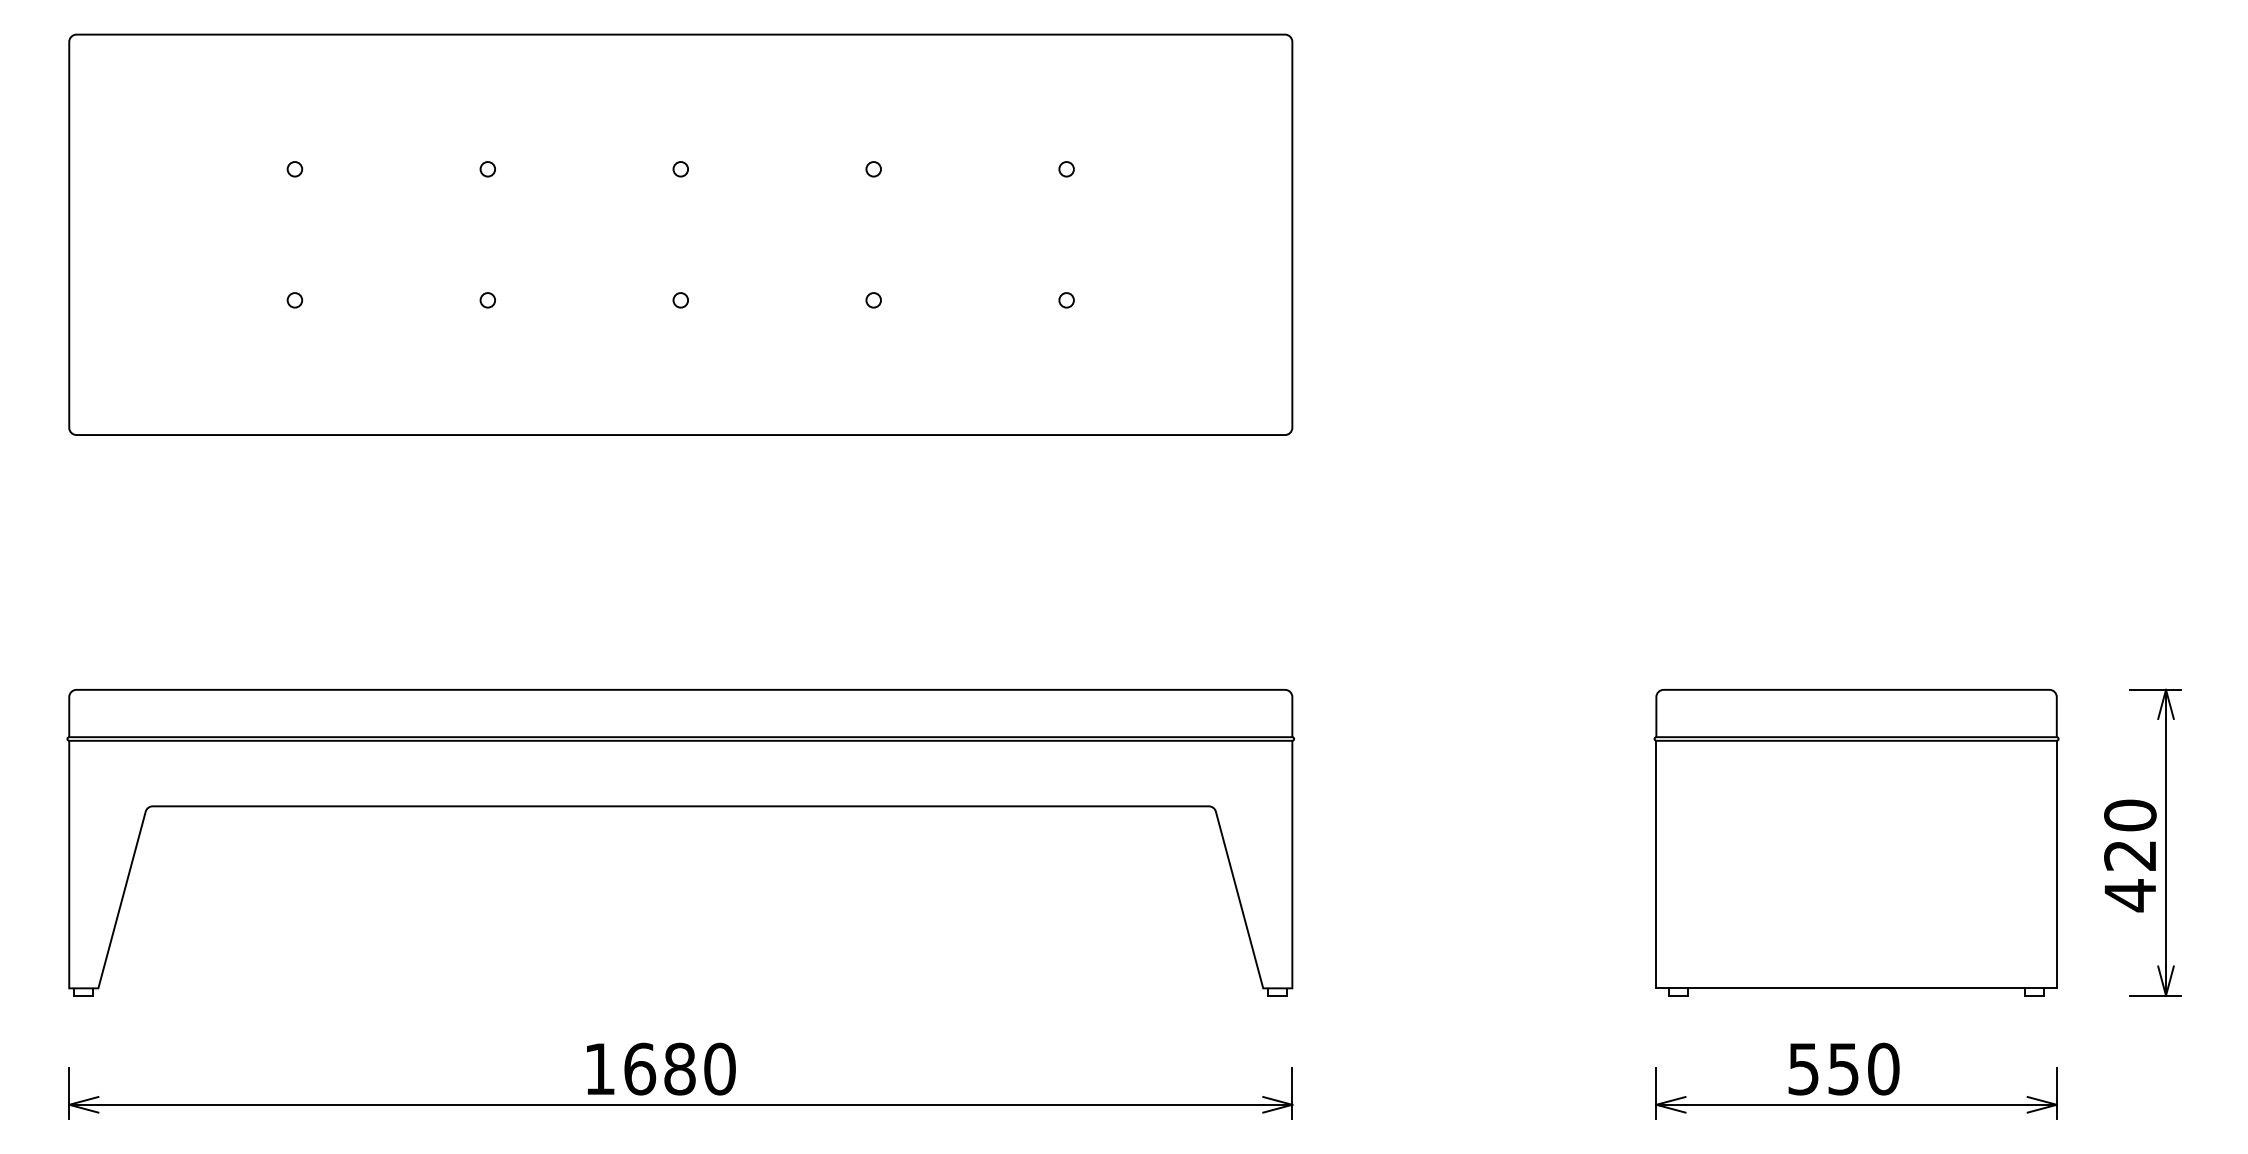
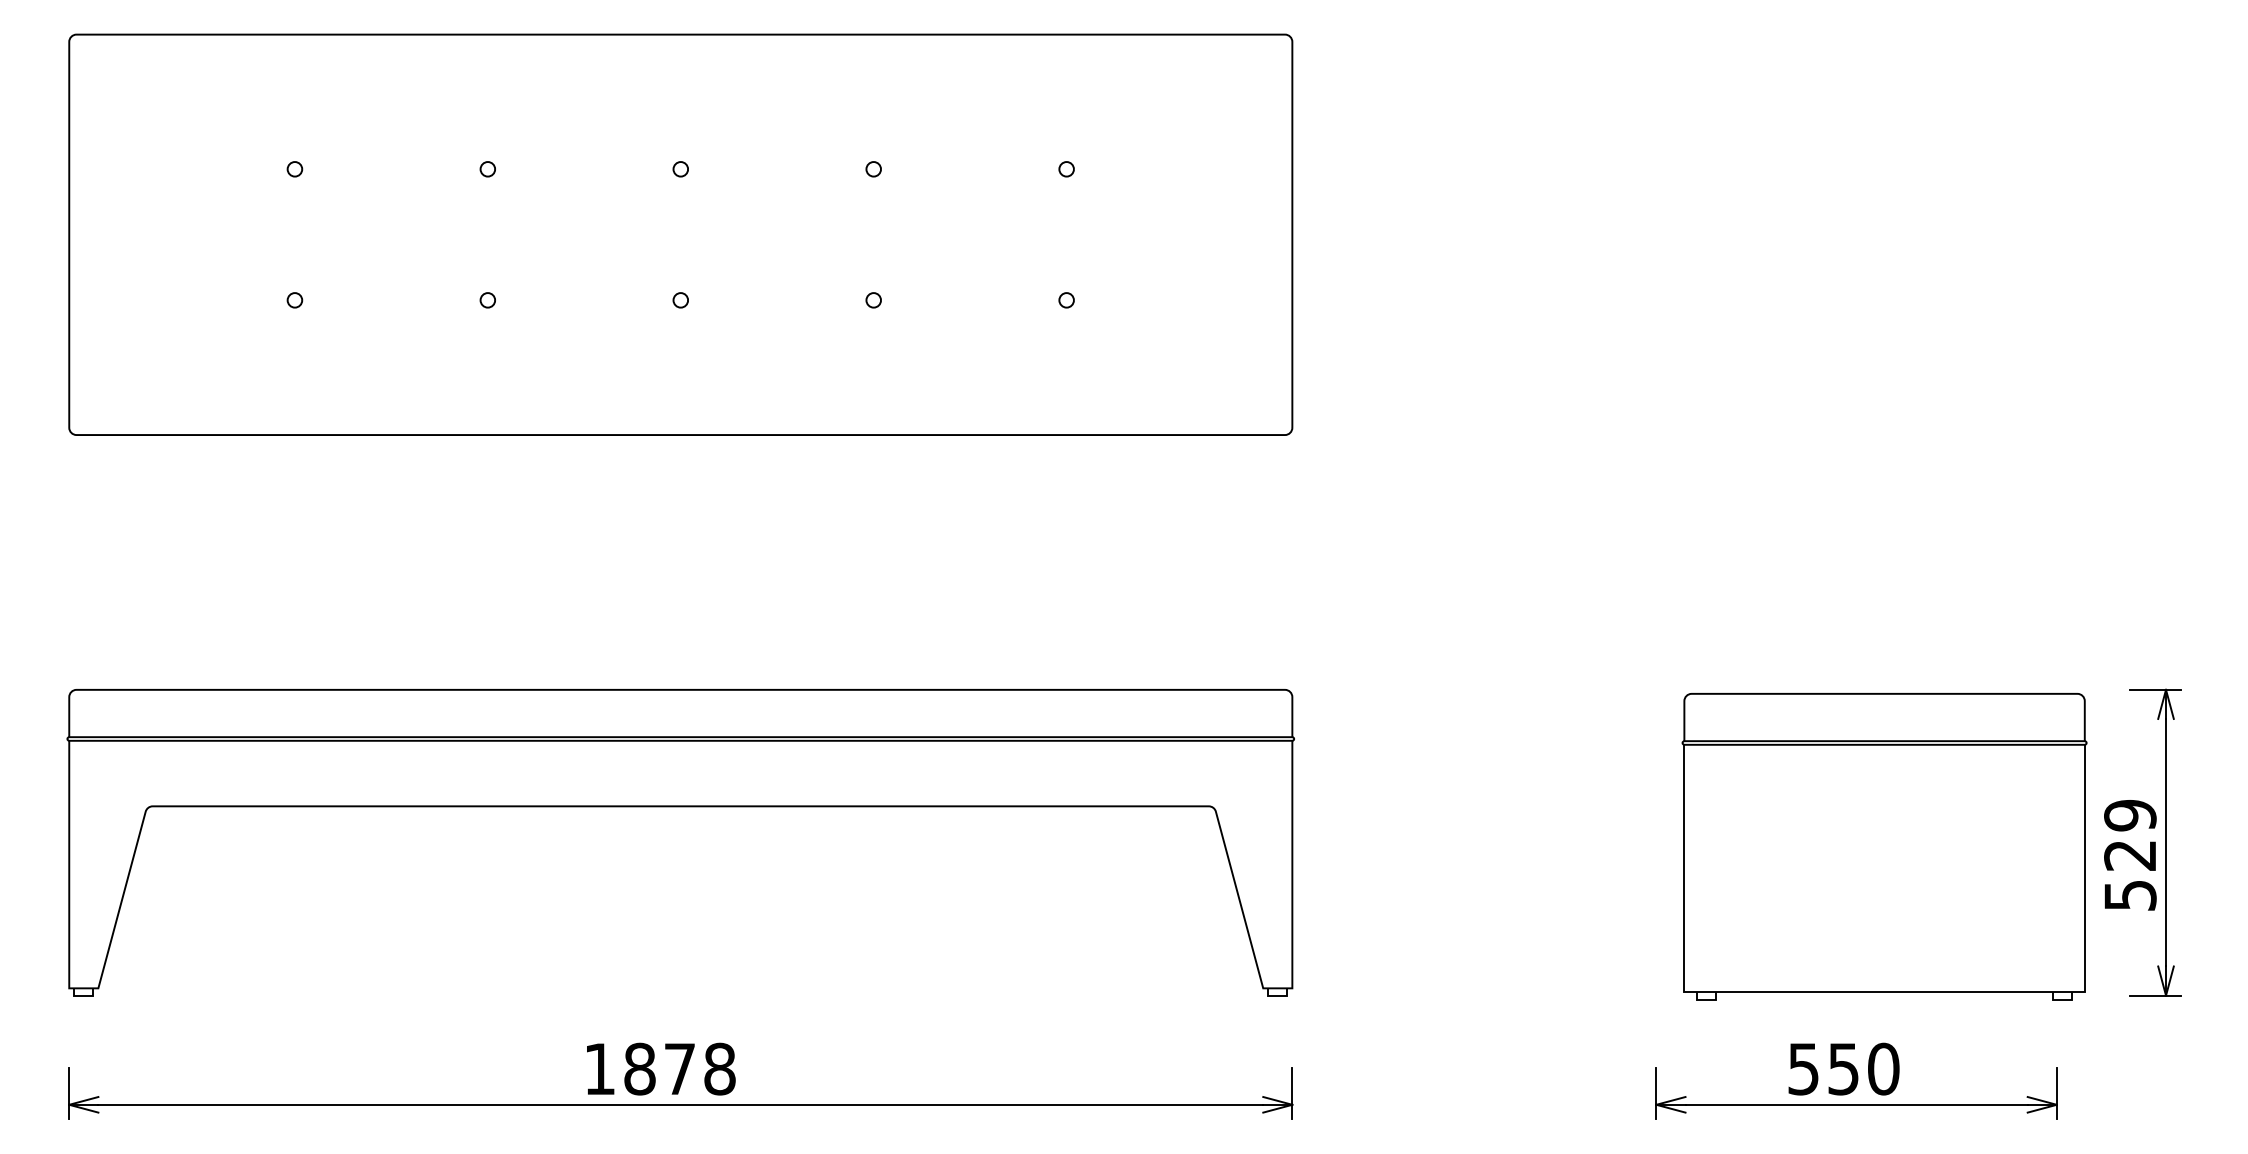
part at (1856, 842) position: (1856, 842) -> (1884, 846)
text at (2130, 855): 420 -> 529
text at (679, 1068): 1680 -> 1878
